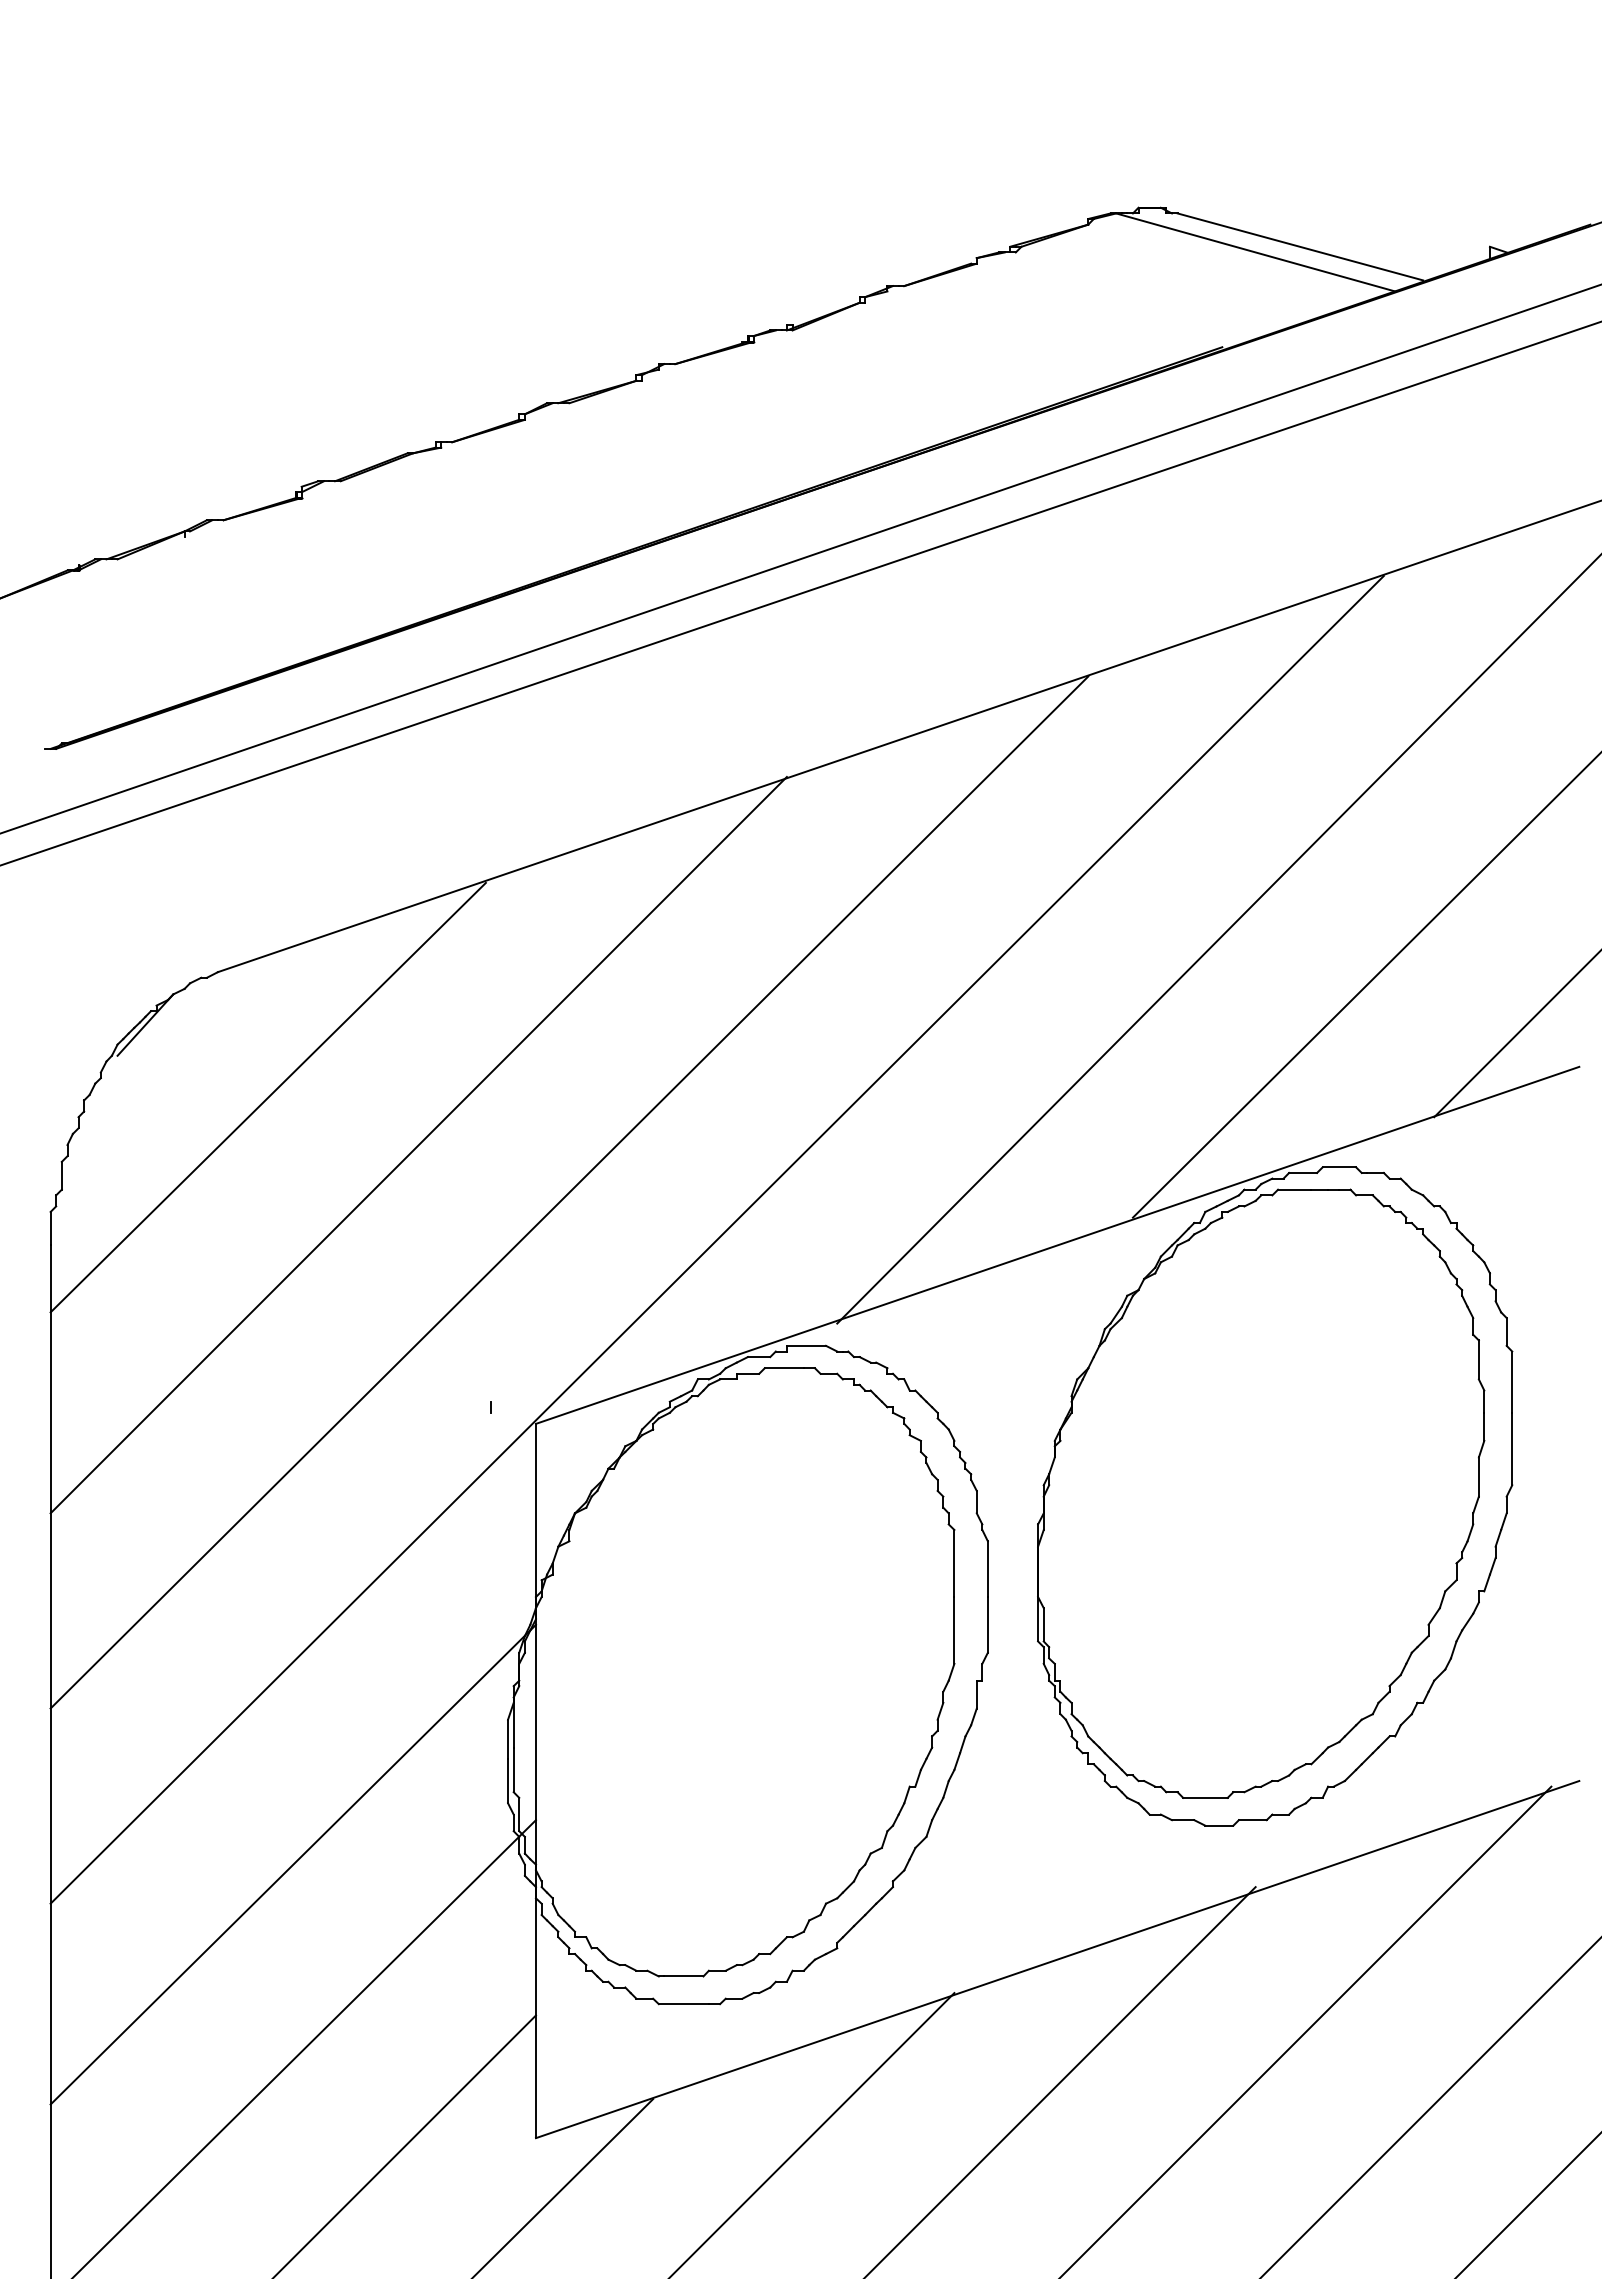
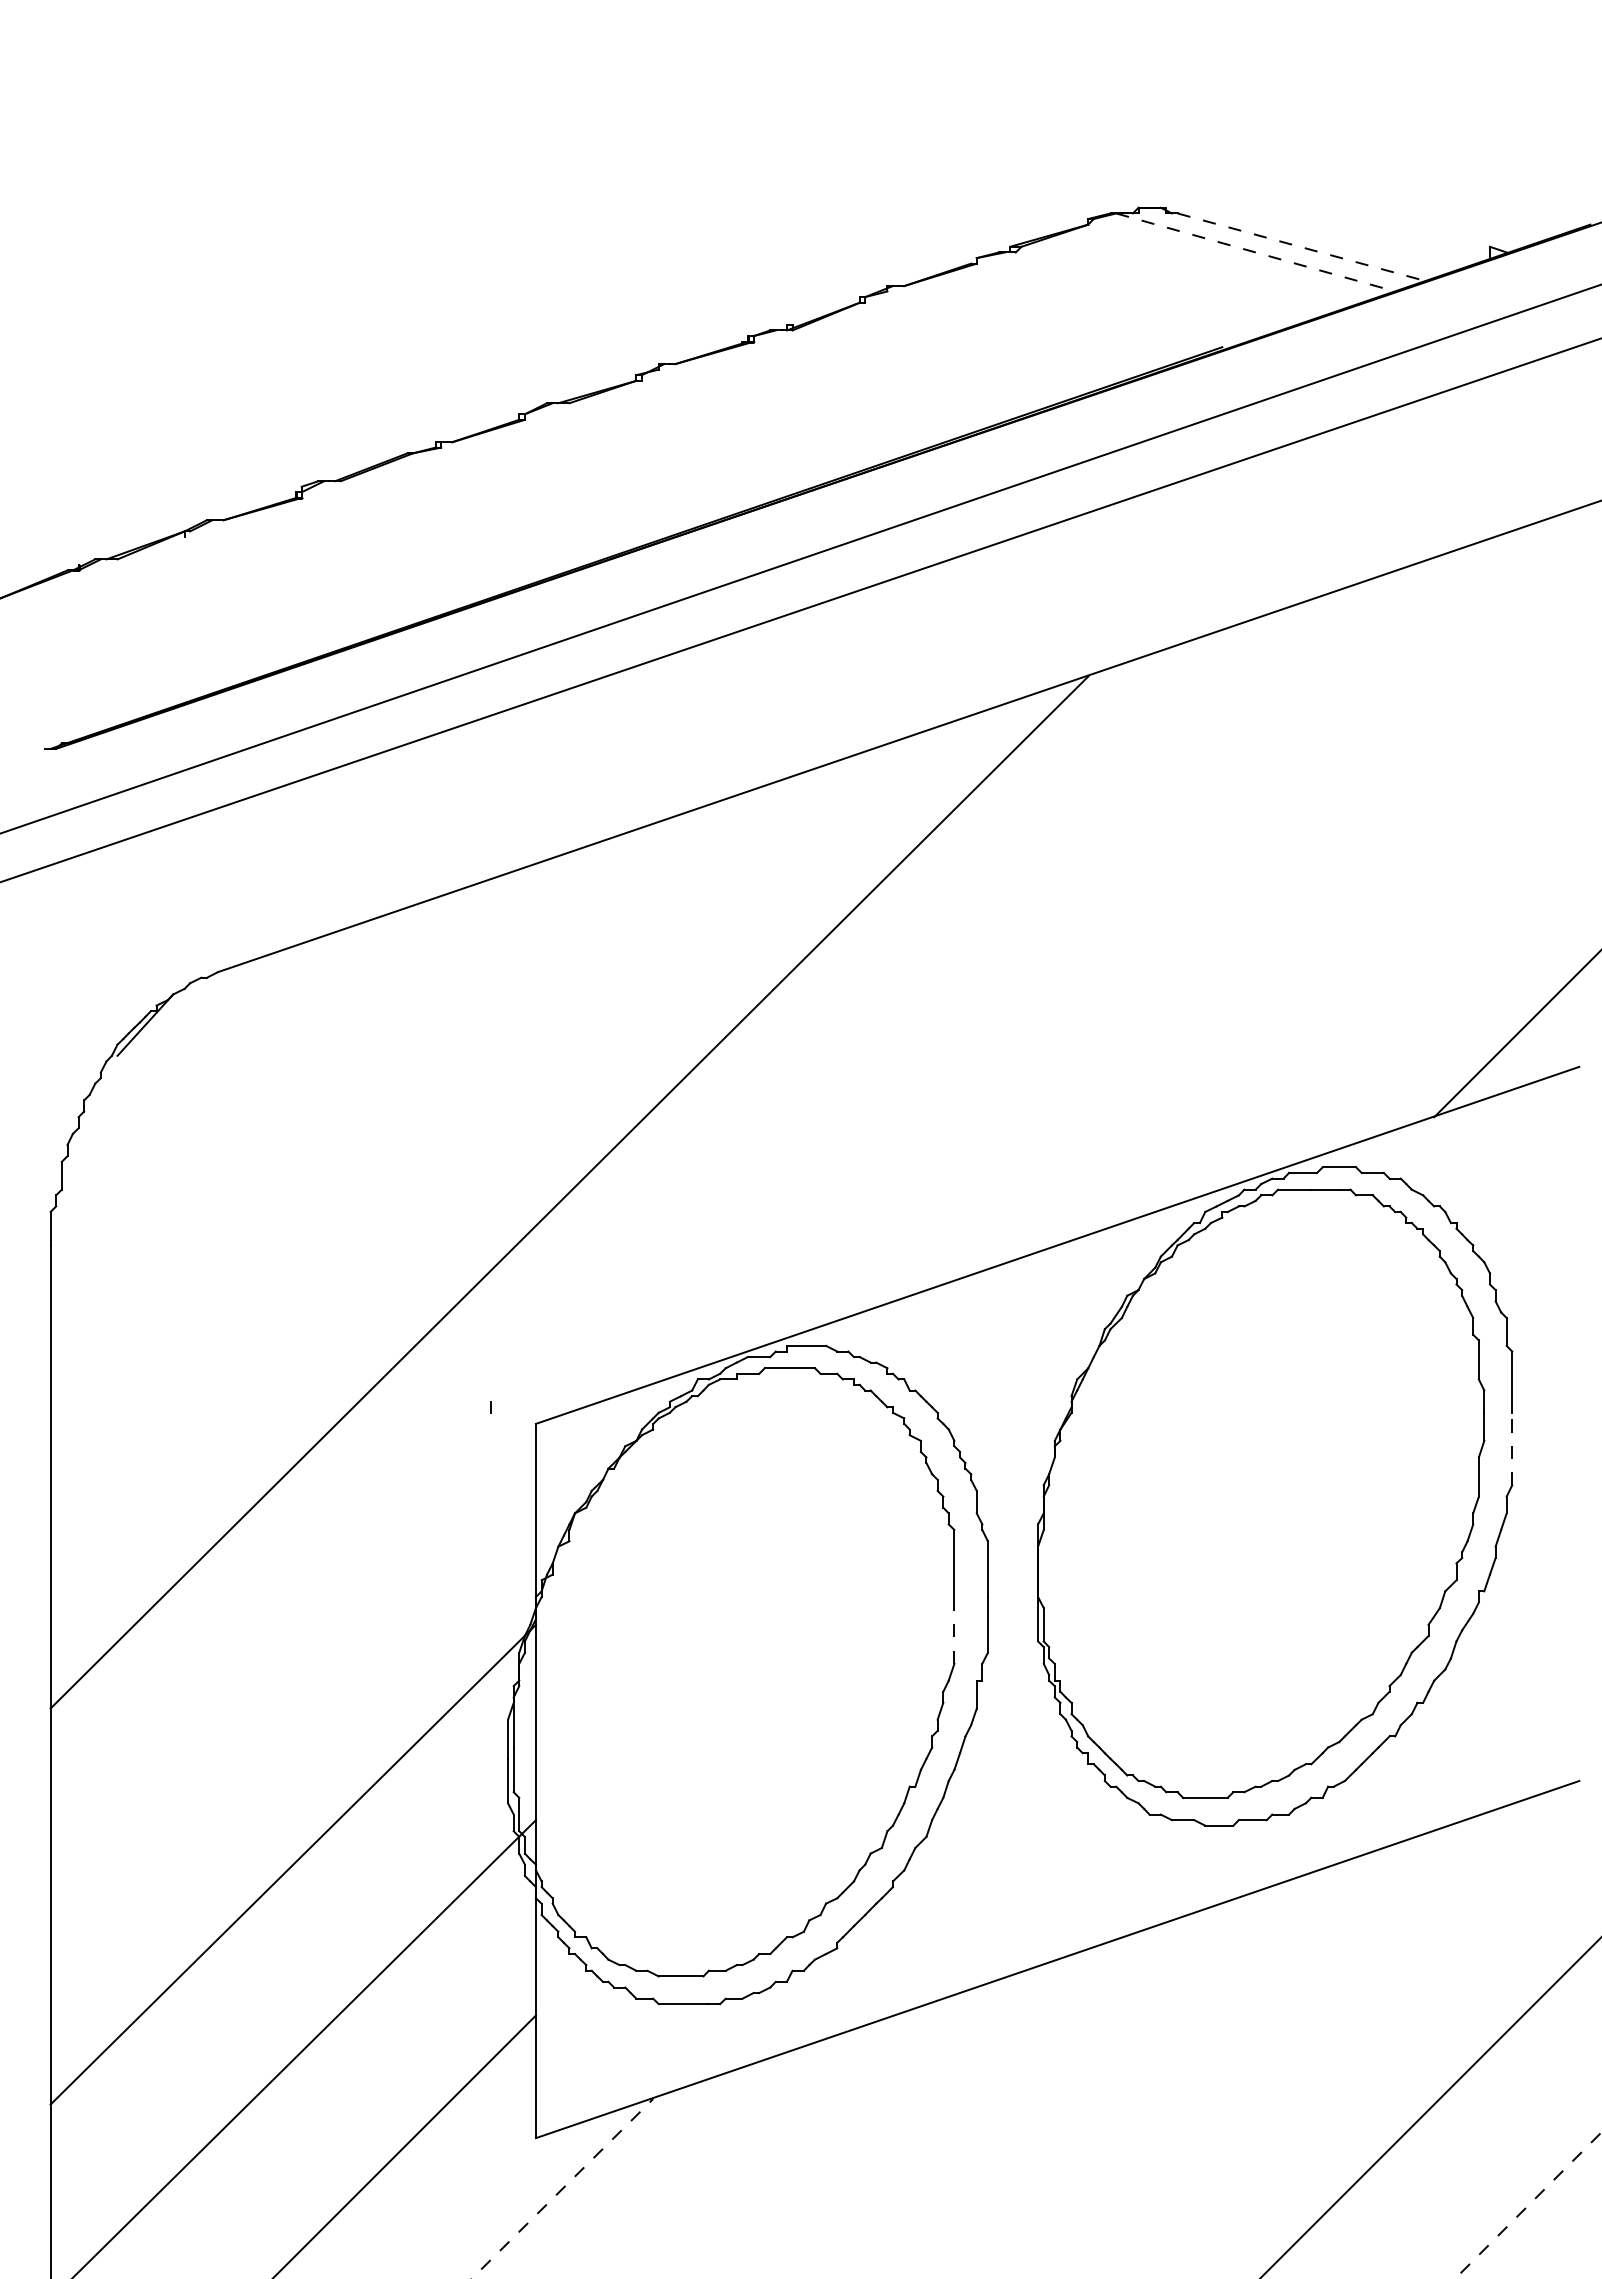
line at (1300, 247): solid -> dashed
line at (1255, 252): solid -> dashed
line at (800, 593) position: (800, 593) -> (800, 610)
line at (1217, 940): present -> none
line at (1365, 986): present -> none
line at (267, 1097): present -> none
line at (418, 1144): present -> none
line at (716, 1239): present -> none
line at (1512, 1448): solid -> dashed
line at (954, 1629): solid -> dashed
line at (1306, 2030): present -> none
line at (1061, 2081): present -> none
line at (812, 2134): present -> none
line at (563, 2188): solid -> dashed
line at (1529, 2204): solid -> dashed
